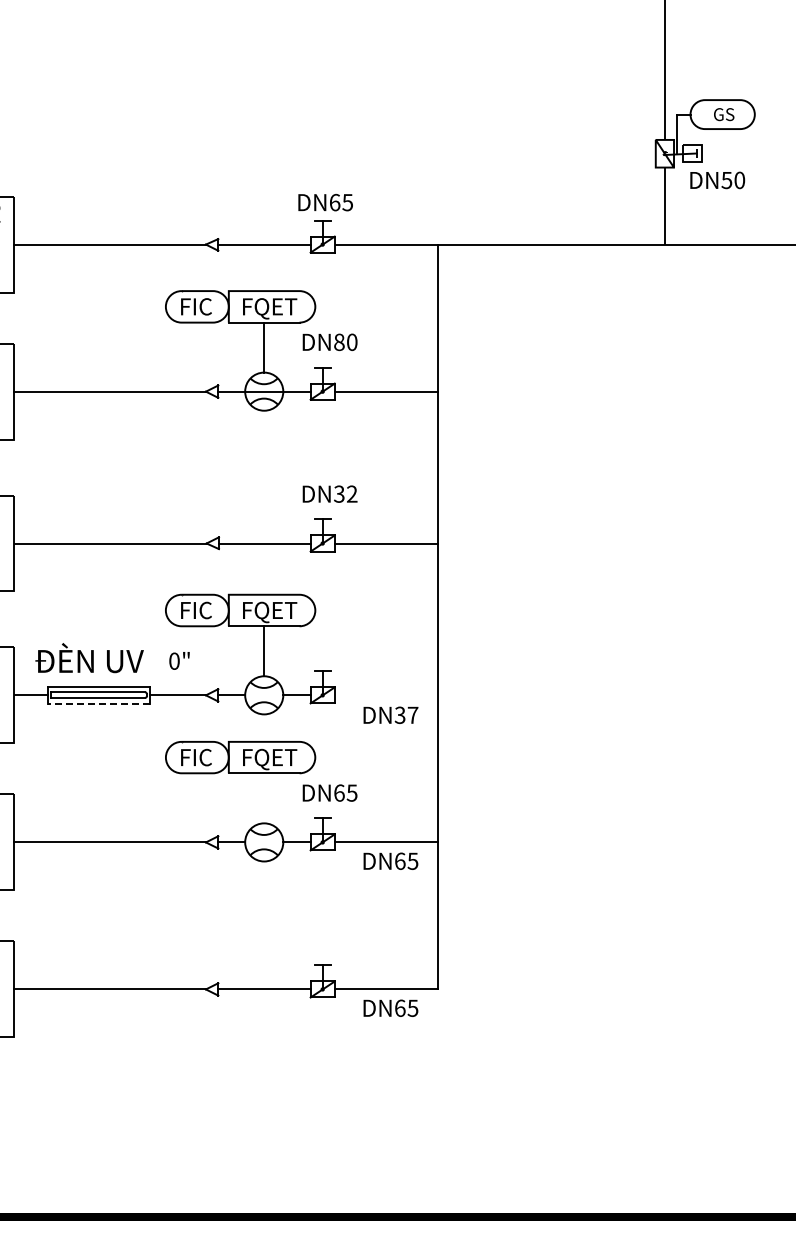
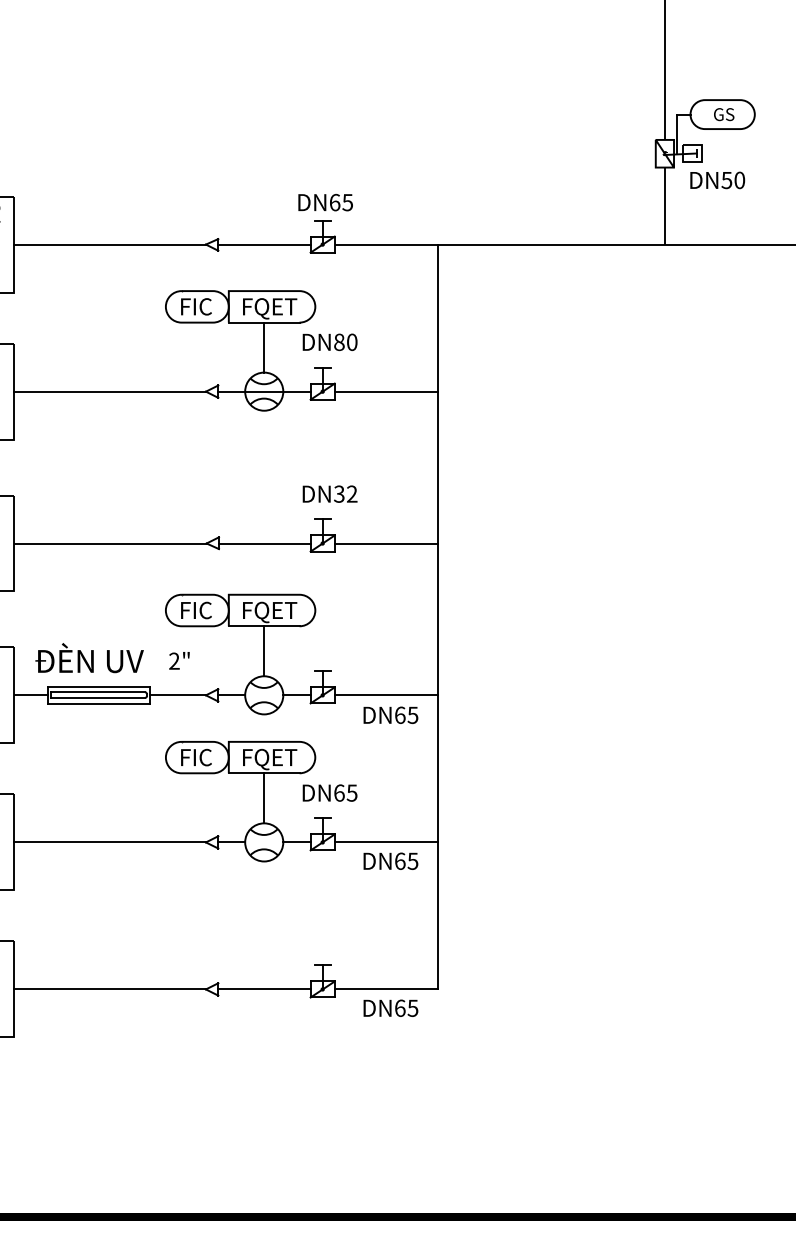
text at (174, 660): 0" -> 2"
line at (385, 695): none -> present
line at (98, 703): dashed -> solid
text at (406, 715): DN37 -> DN65
line at (264, 798): none -> present
